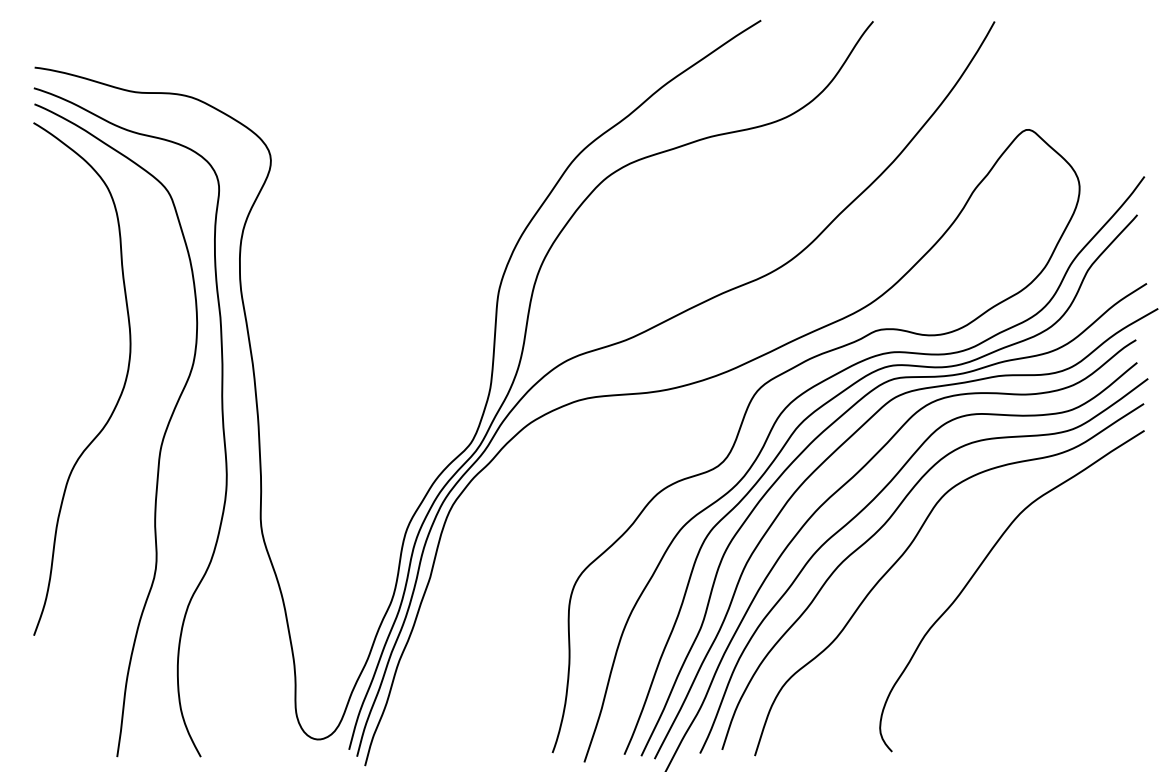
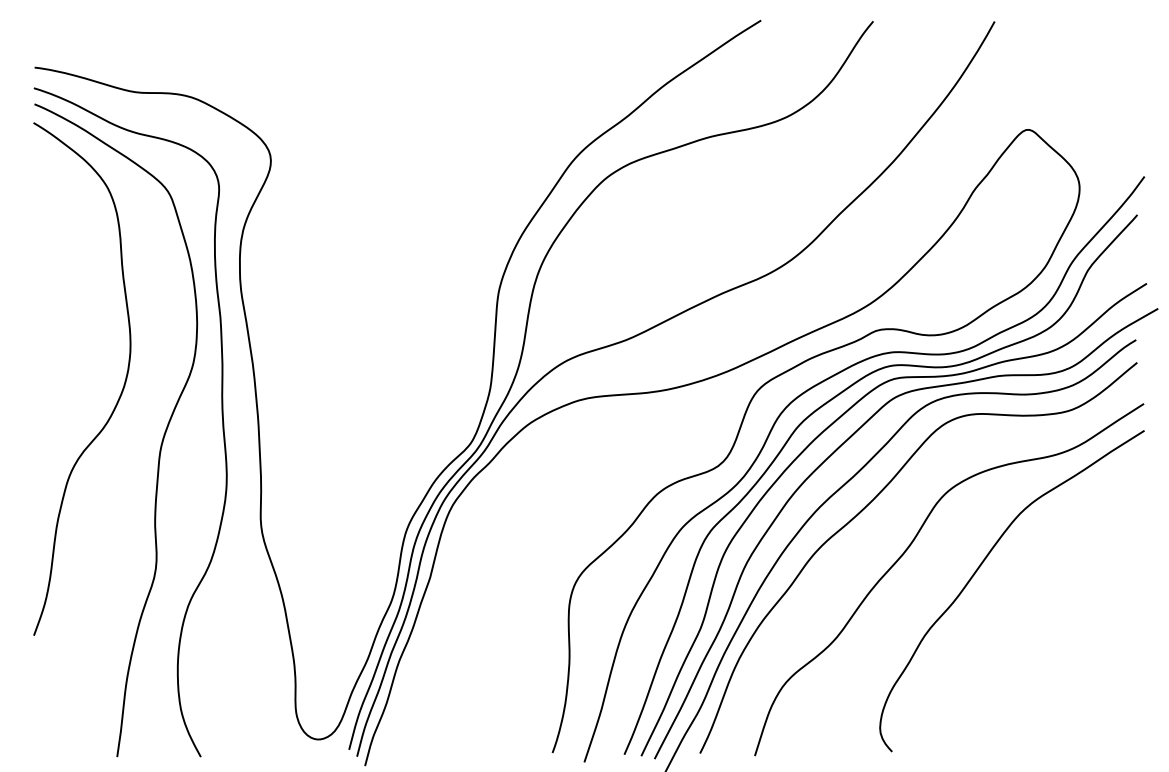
curve at (889, 520): present -> none
